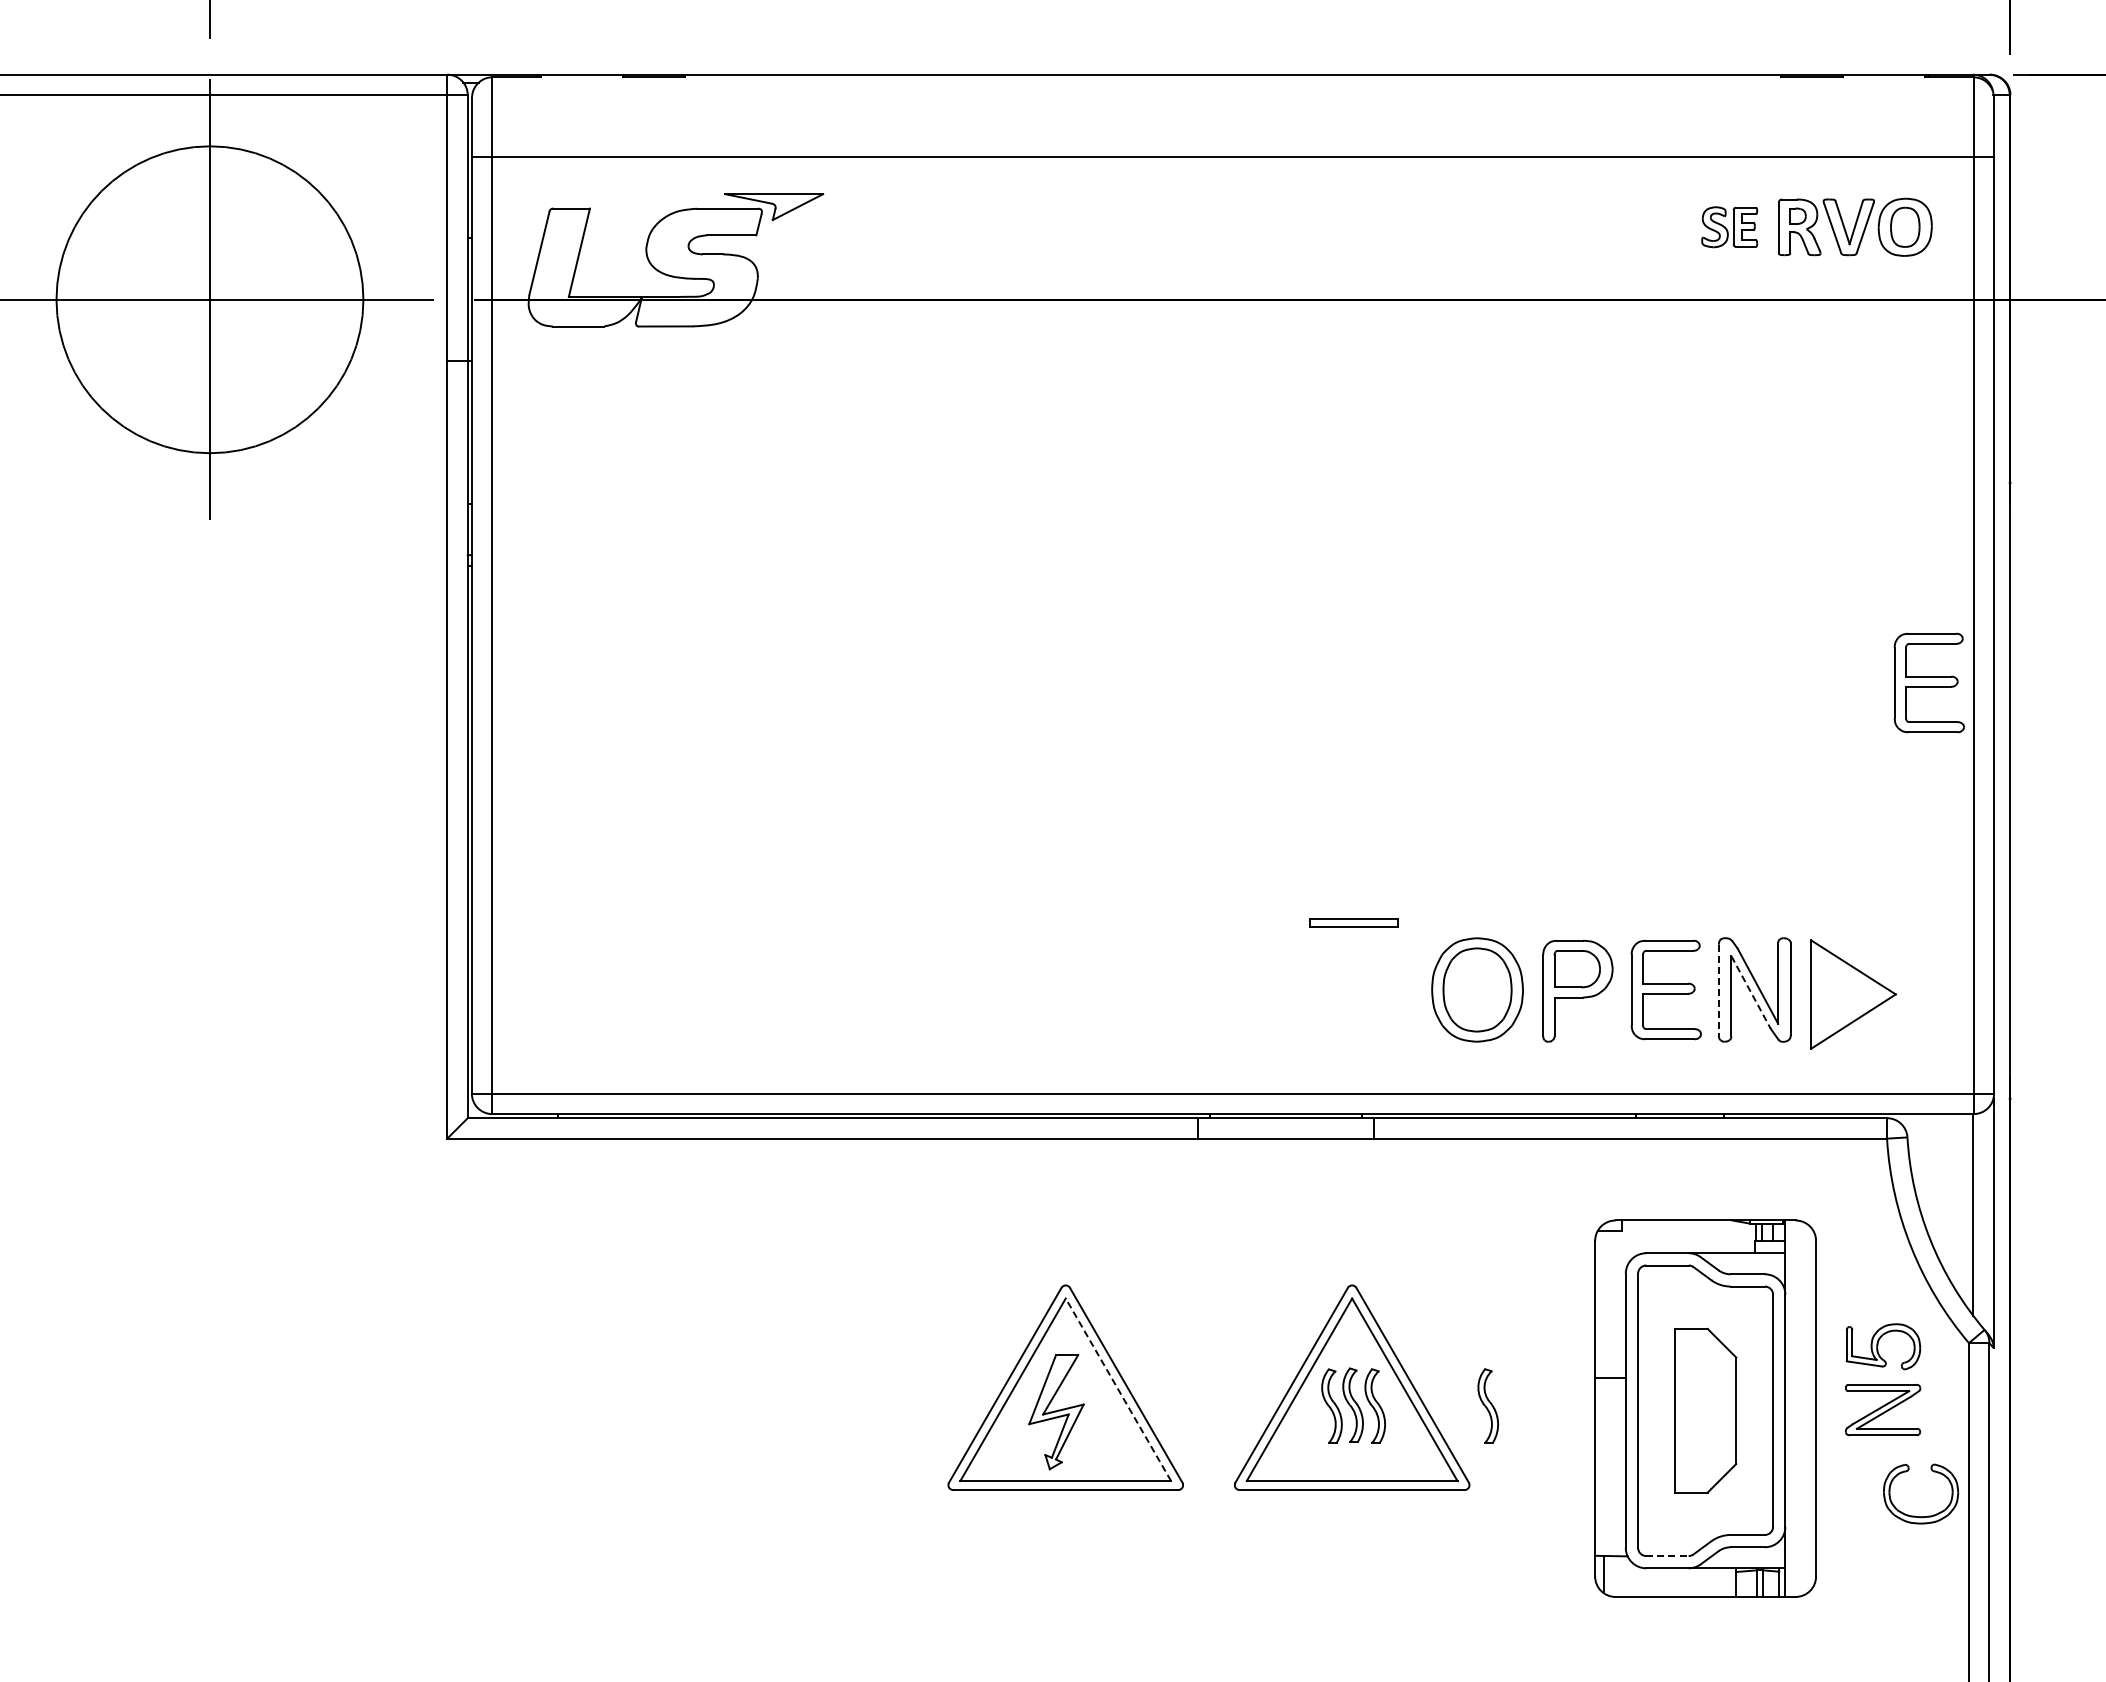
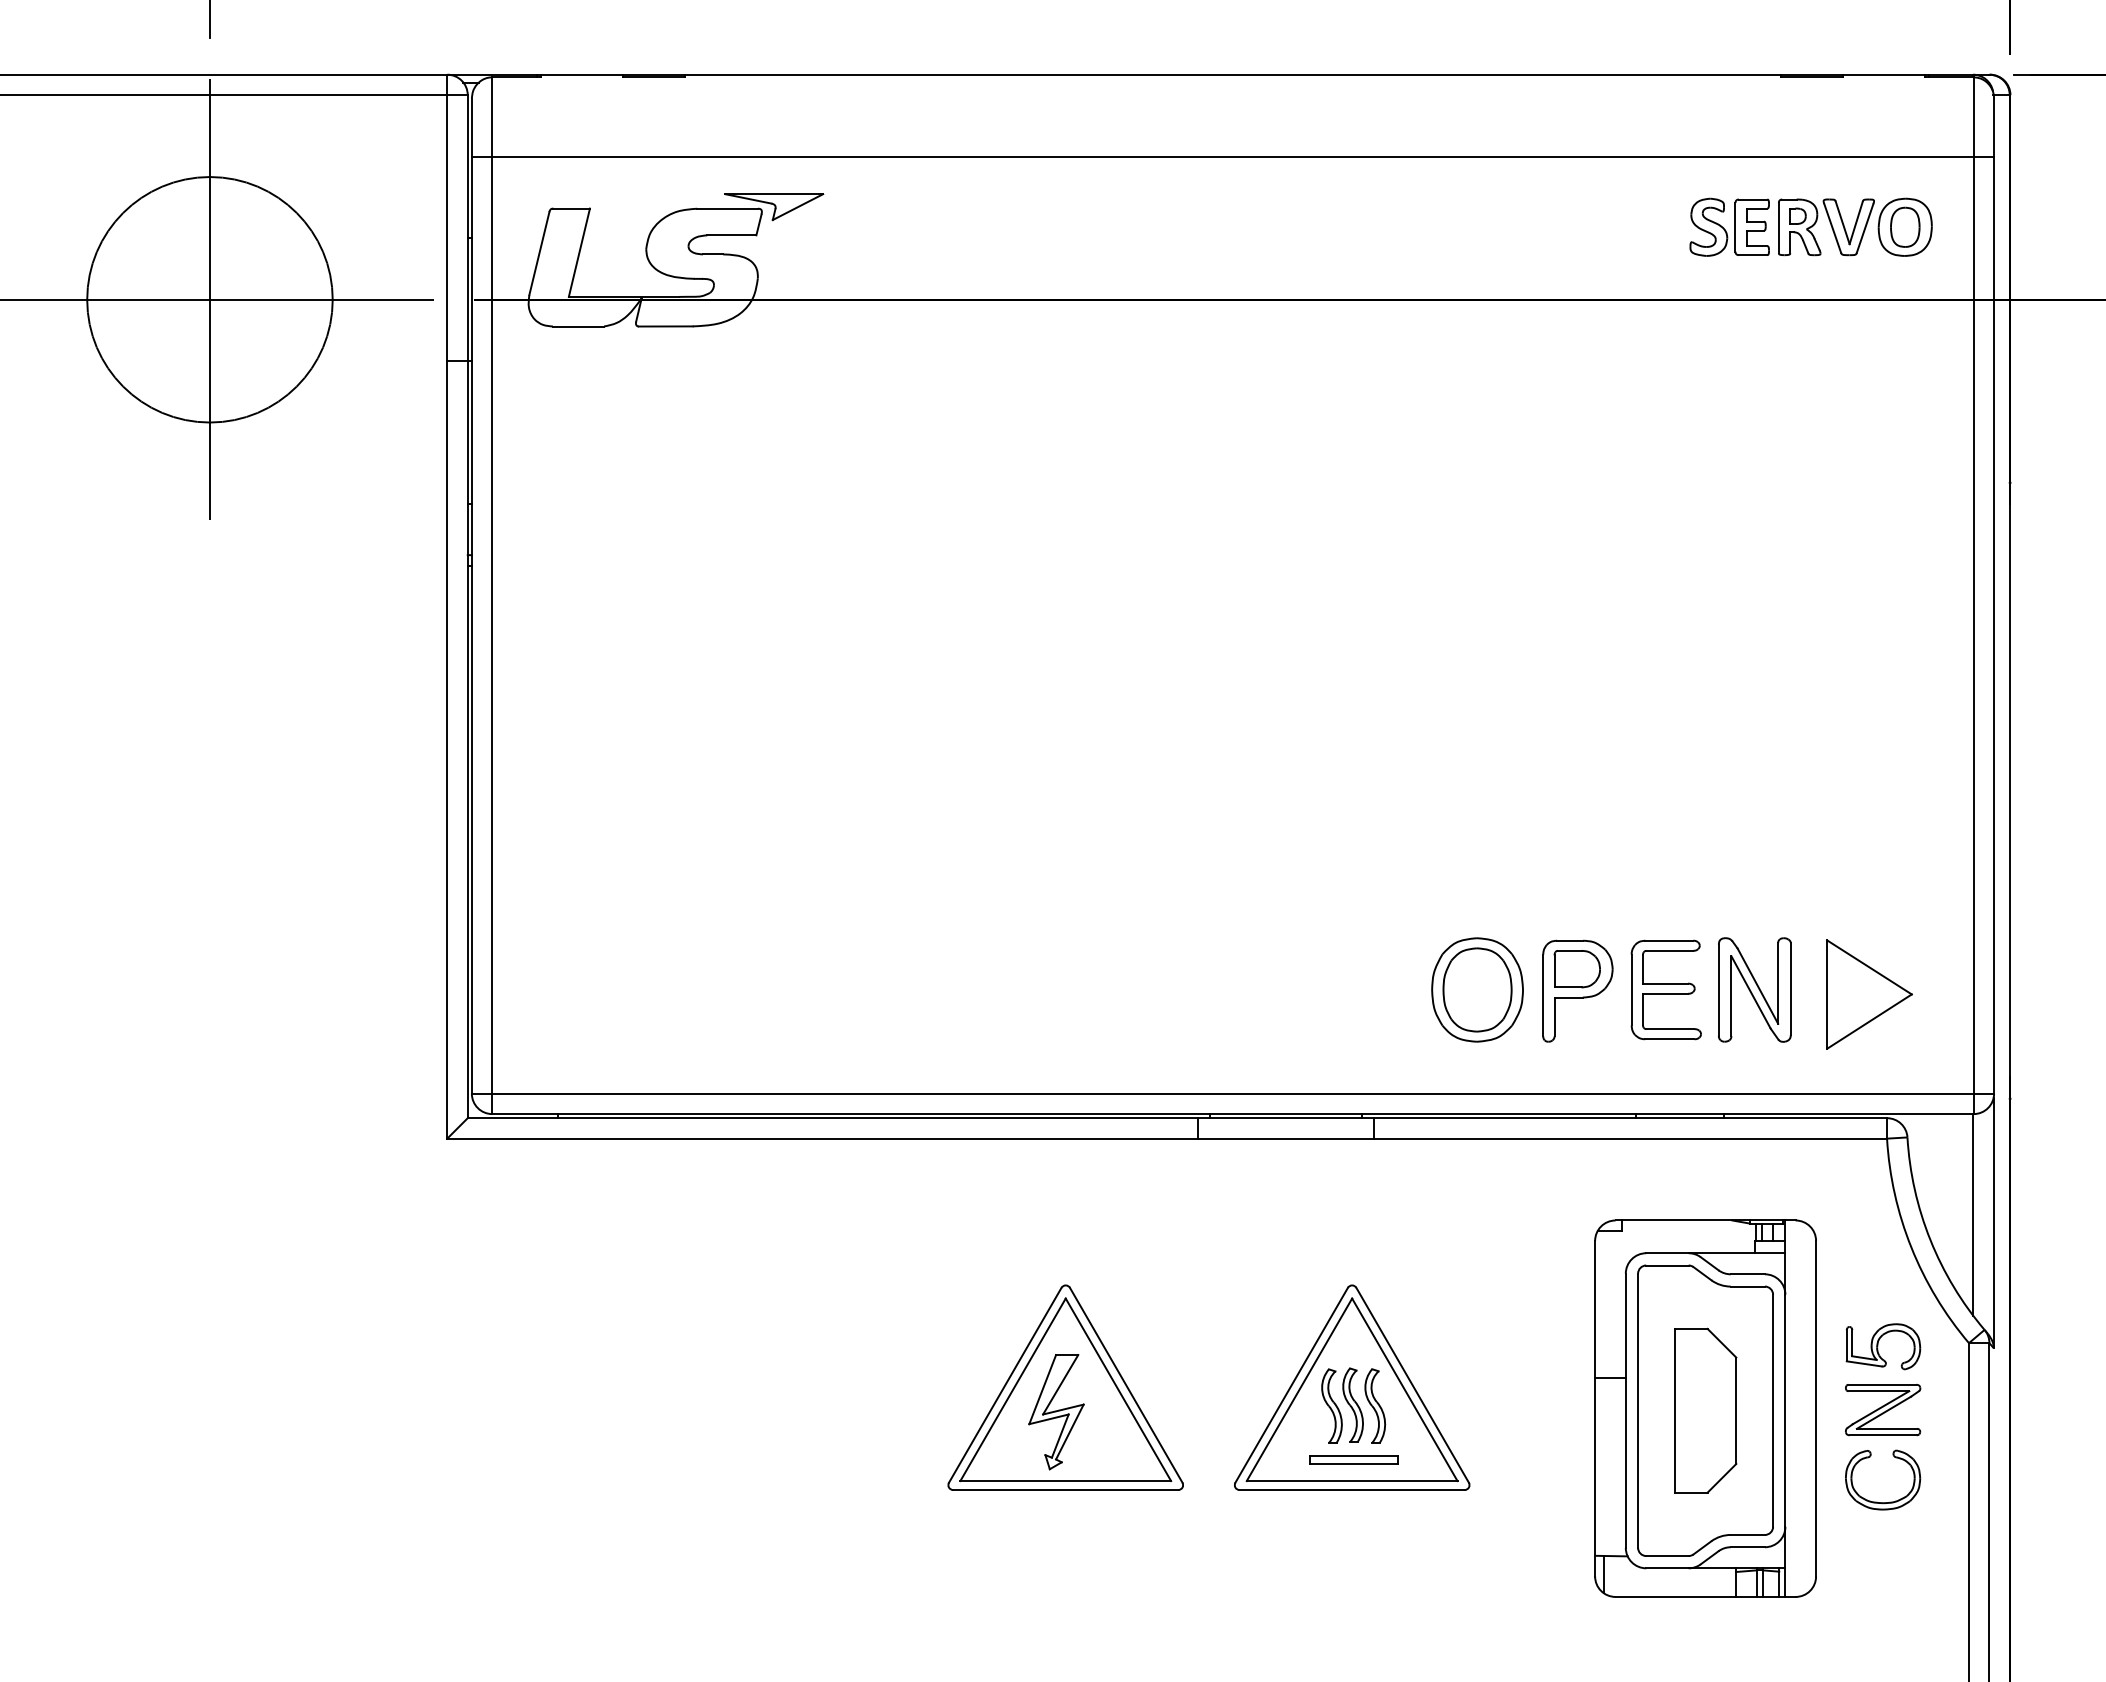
part at (1729, 227) size: 58x43 px -> 81x60 px
circle at (209, 299) diameter: 307 px -> 246 px
part at (1928, 682): present -> none
part at (1353, 922) position: (1353, 922) -> (1353, 1459)
line at (1718, 990): dashed -> solid
line at (1751, 992): dashed -> solid
part at (1853, 994) position: (1853, 994) -> (1869, 994)
line at (1118, 1389): dashed -> solid
part at (1488, 1405): present -> none
part at (1927, 1515) position: (1927, 1515) -> (1889, 1501)
line at (1667, 1556): dashed -> solid
